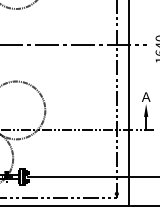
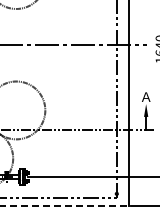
line at (65, 205): solid -> dashed
